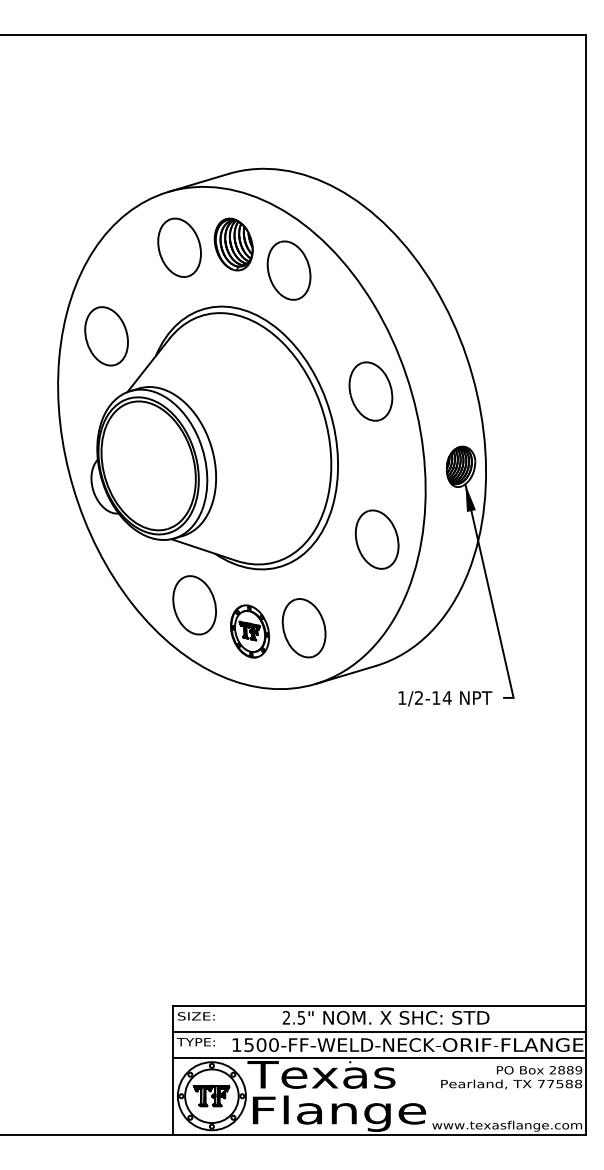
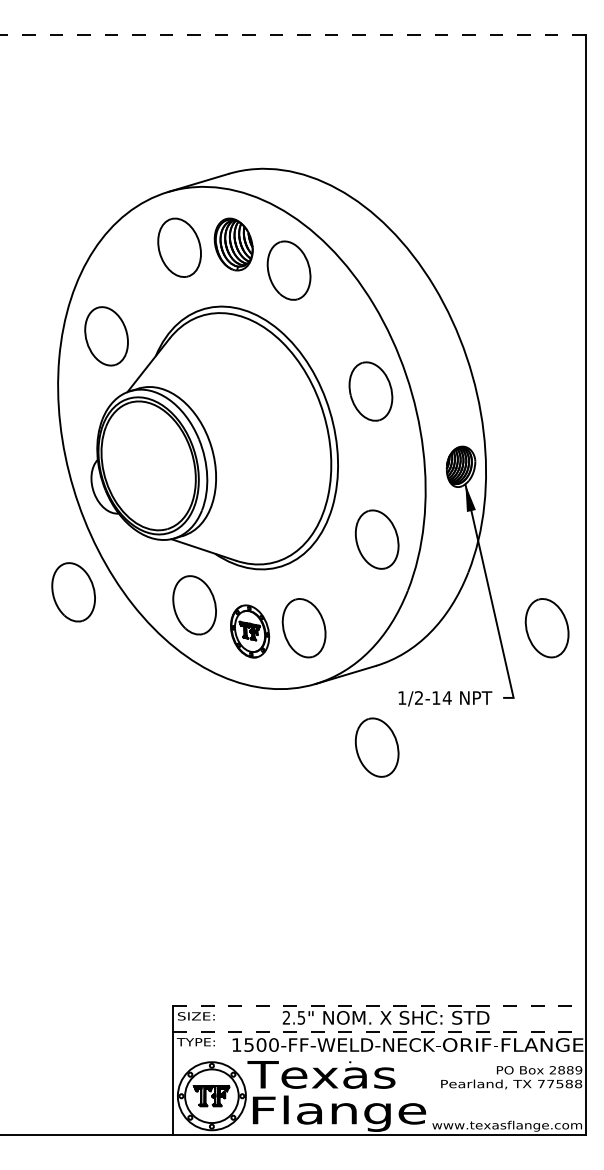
line at (292, 35): solid -> dashed
part at (73, 592): none -> present
part at (546, 628): none -> present
part at (376, 747): none -> present
line at (380, 1006): solid -> dashed
line at (380, 1031): solid -> dashed
line at (379, 1057): present -> none
